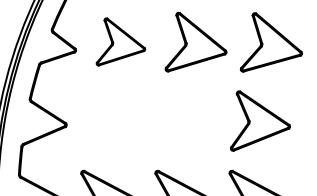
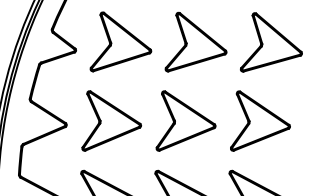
part at (120, 41) size: 52x50 px -> 64x62 px
part at (111, 120): none -> present
part at (185, 120): none -> present
